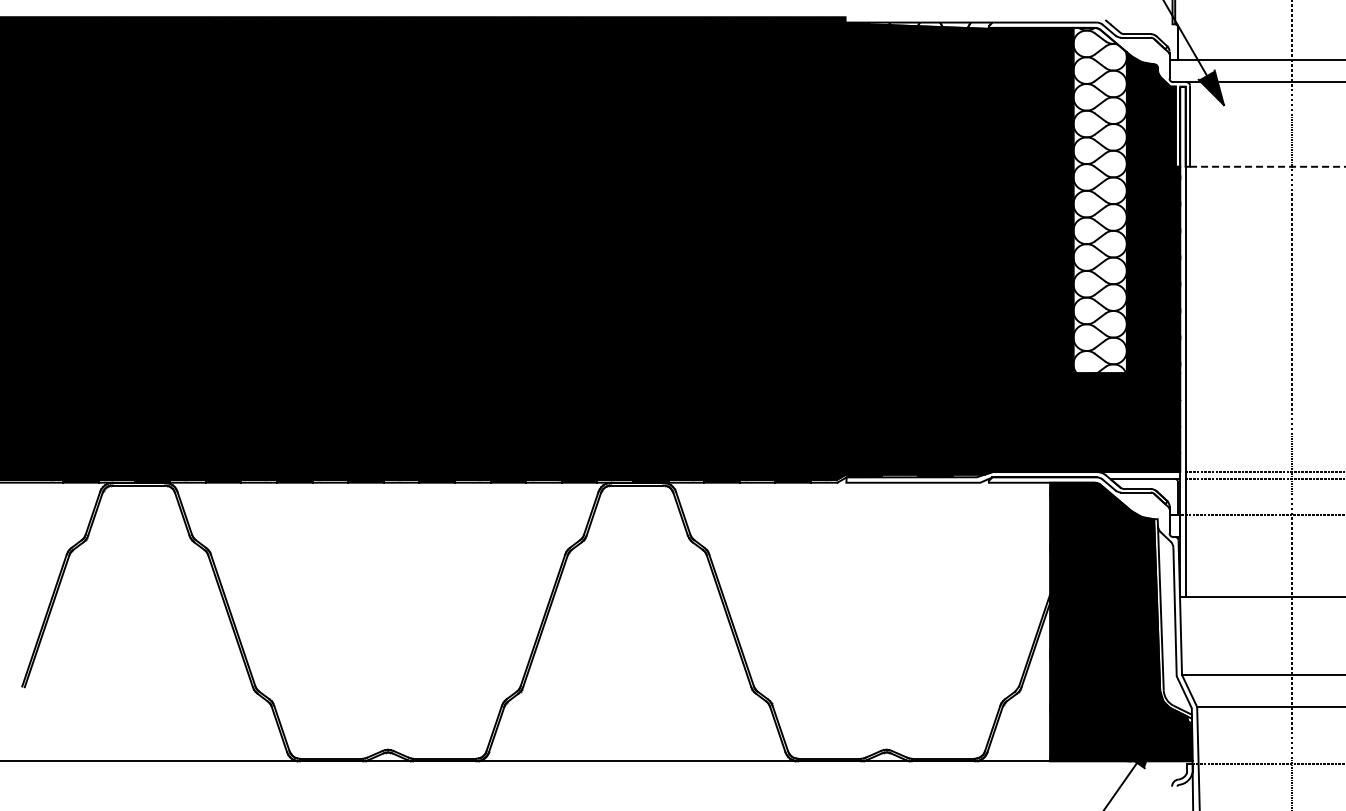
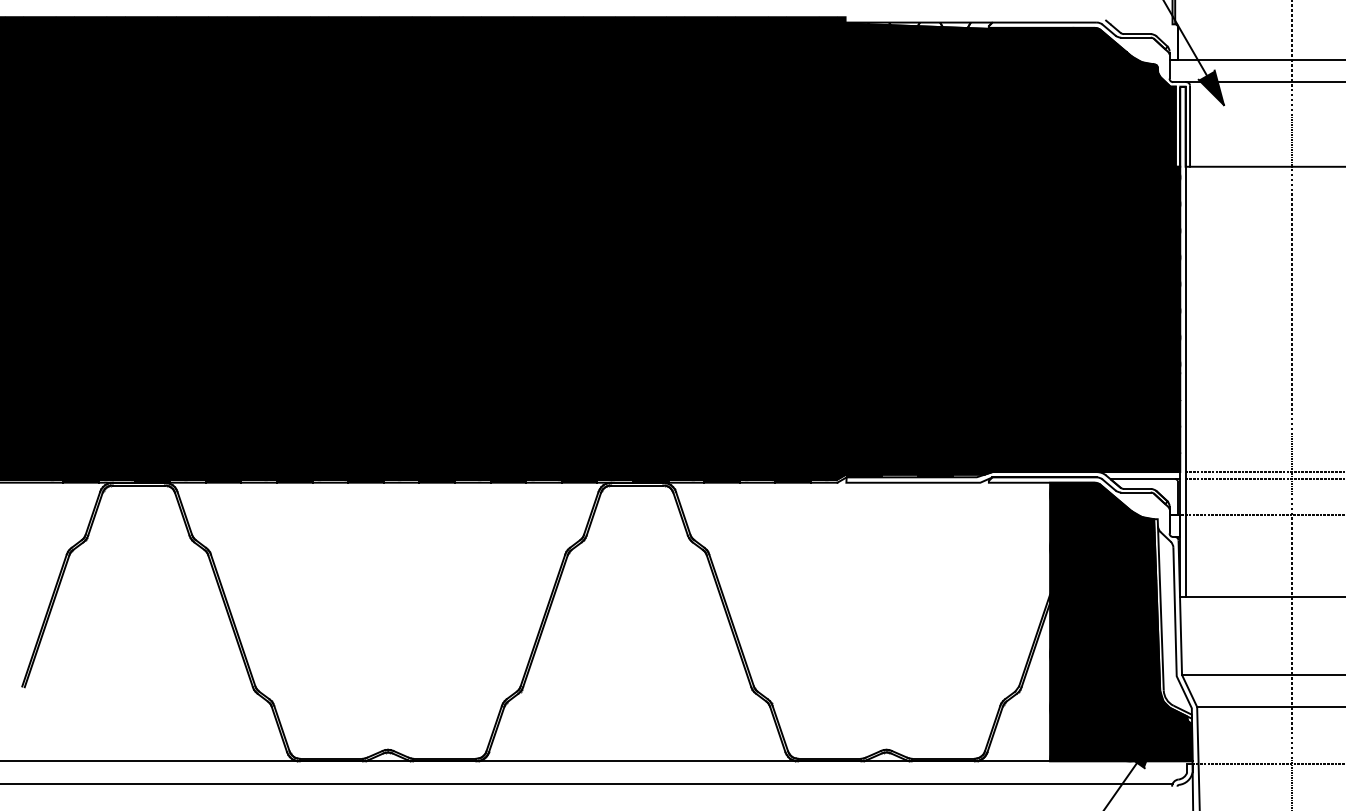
line at (1268, 166): dashed -> solid
fill at (1099, 200): none -> present
line at (587, 783): none -> present
